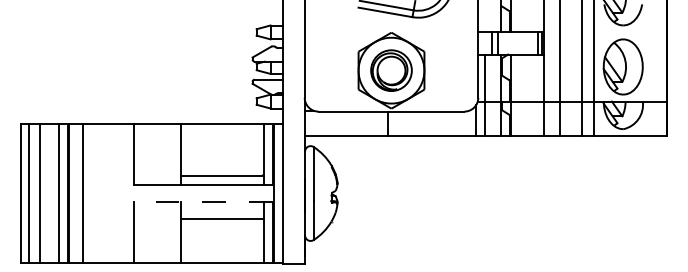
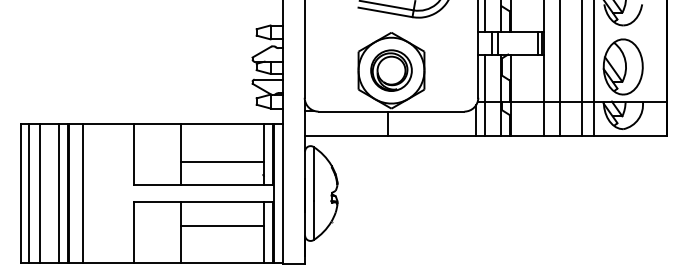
line at (485, 17): none -> present
line at (221, 175) position: (221, 175) -> (221, 161)
line at (202, 201): dashed -> solid
line at (221, 218) position: (221, 218) -> (221, 225)
